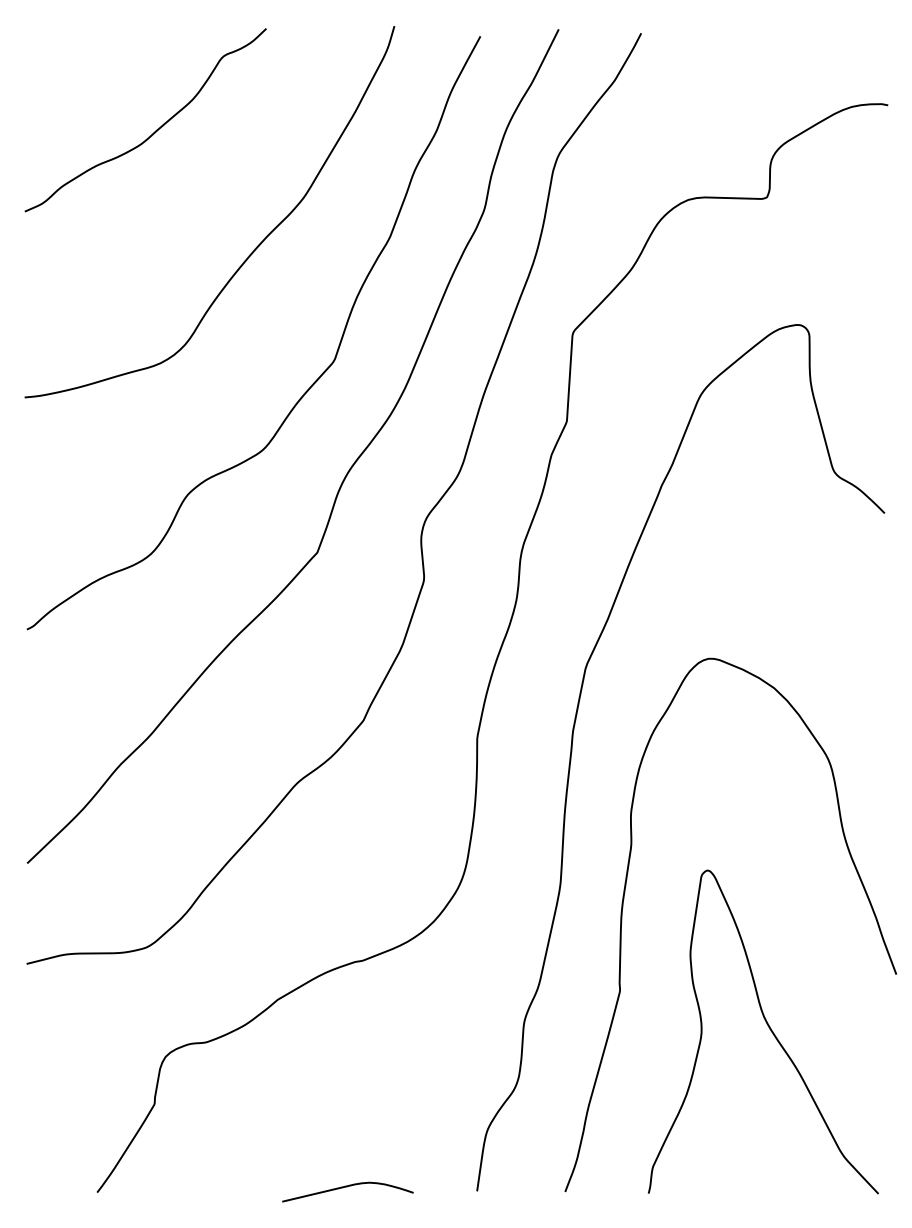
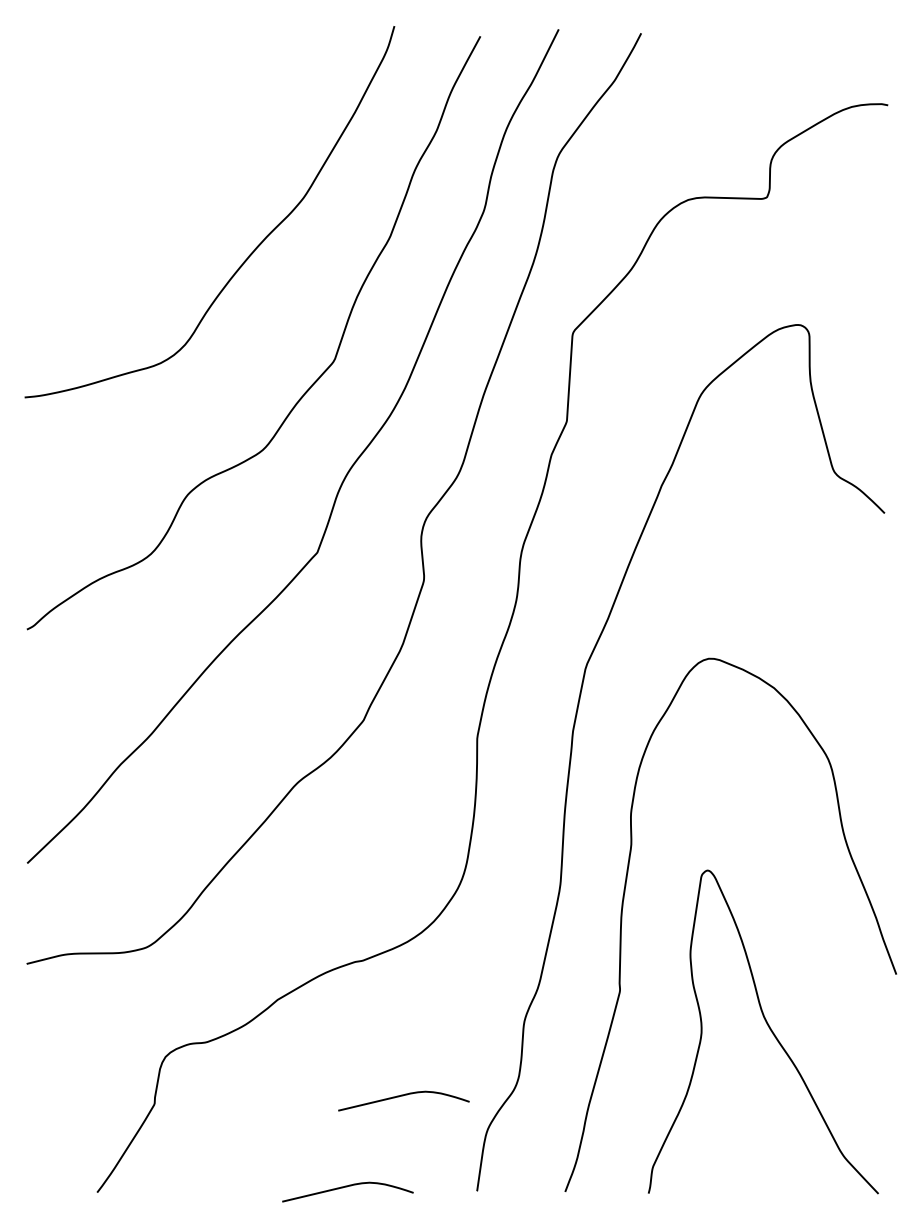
curve at (155, 130): present -> none
curve at (403, 1096): none -> present
